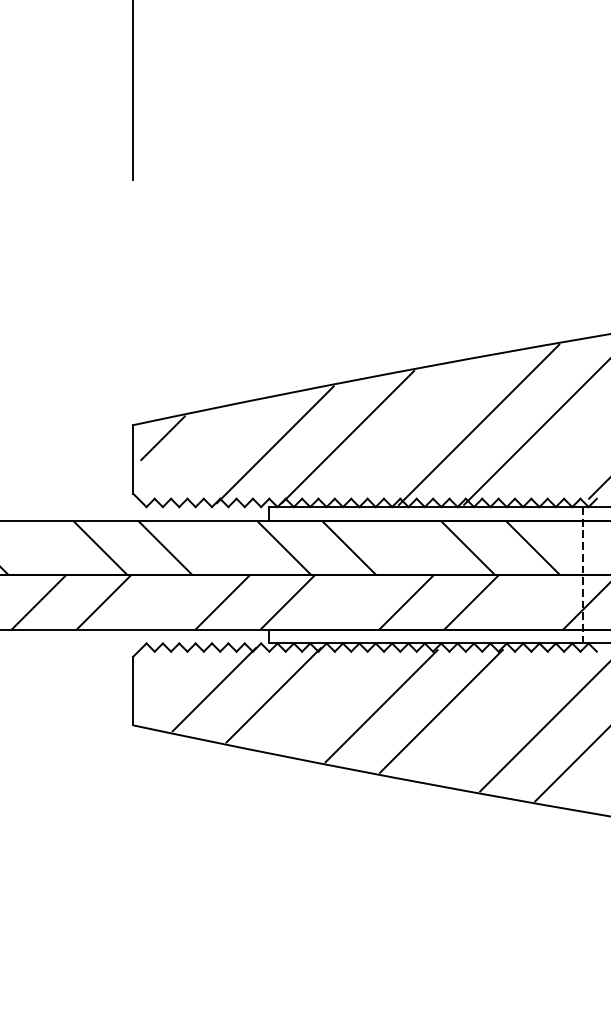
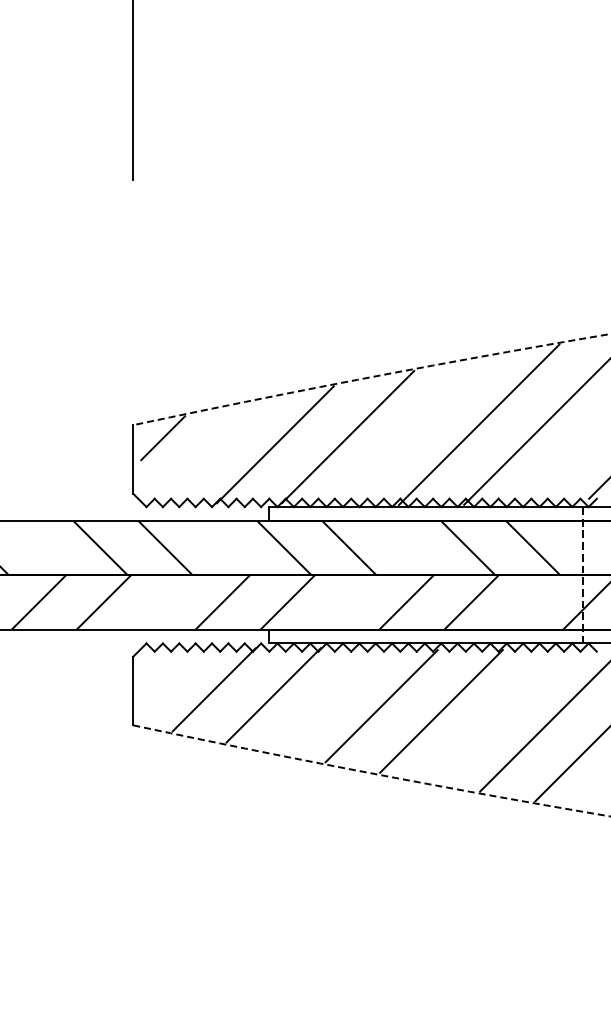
arc at (371, 377): solid -> dashed
arc at (371, 773): solid -> dashed
